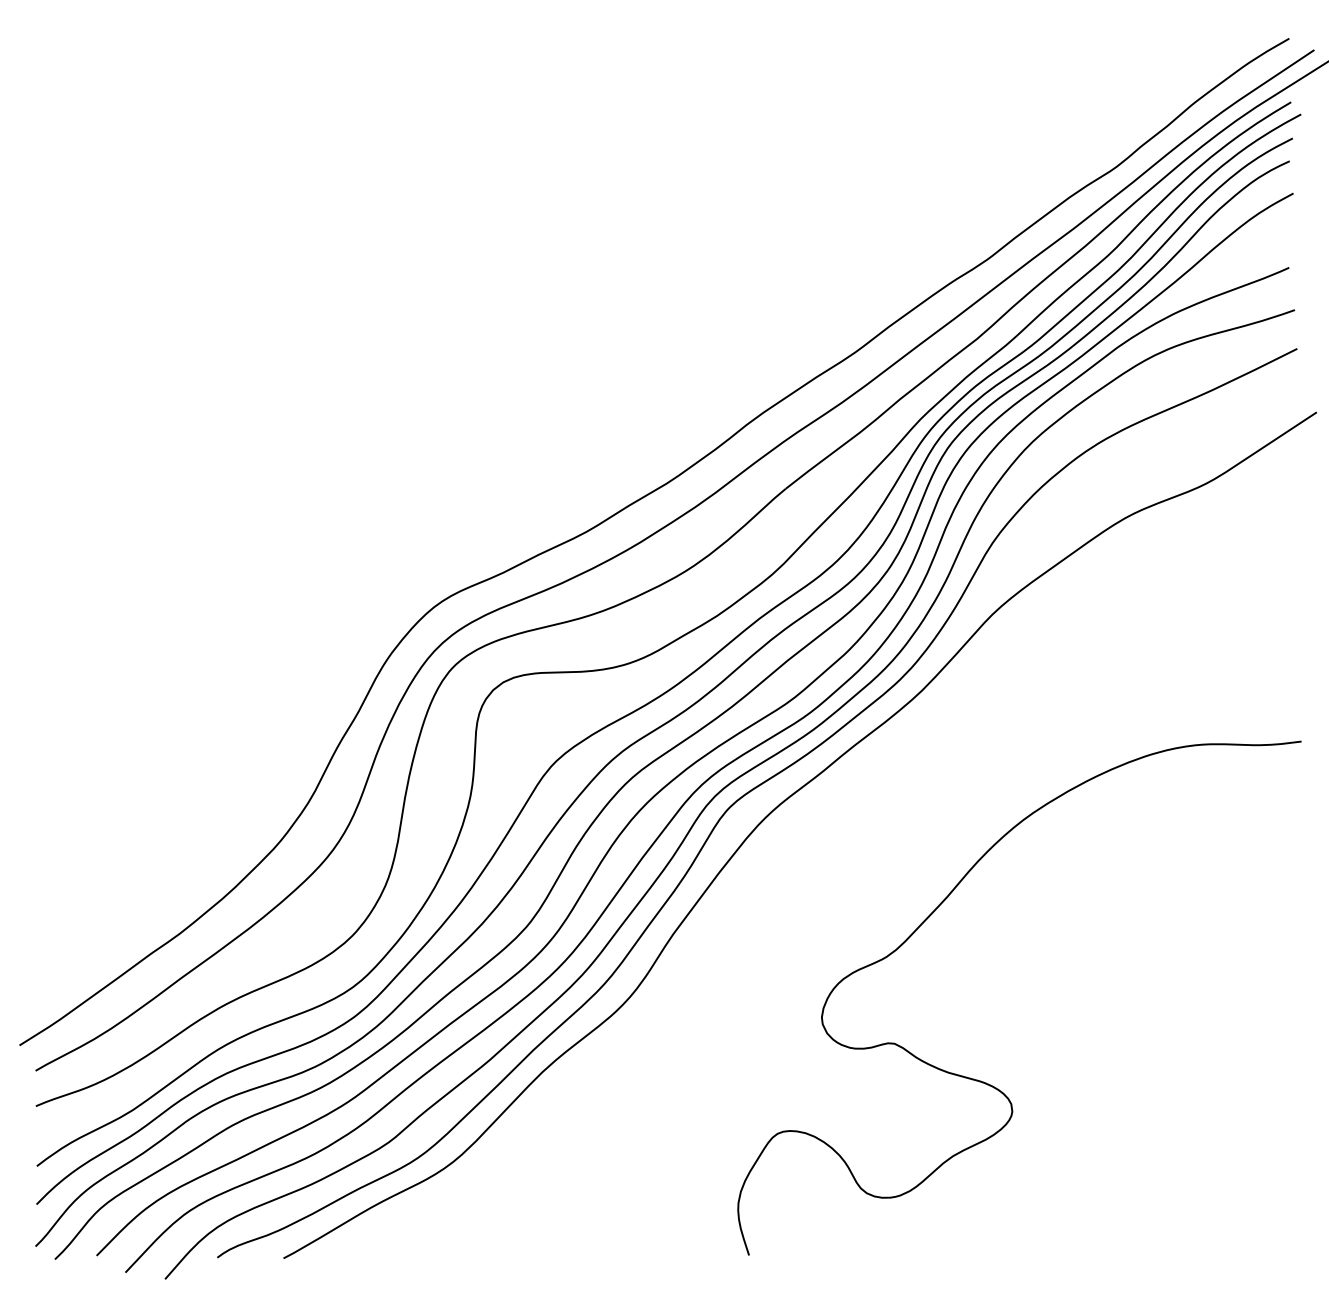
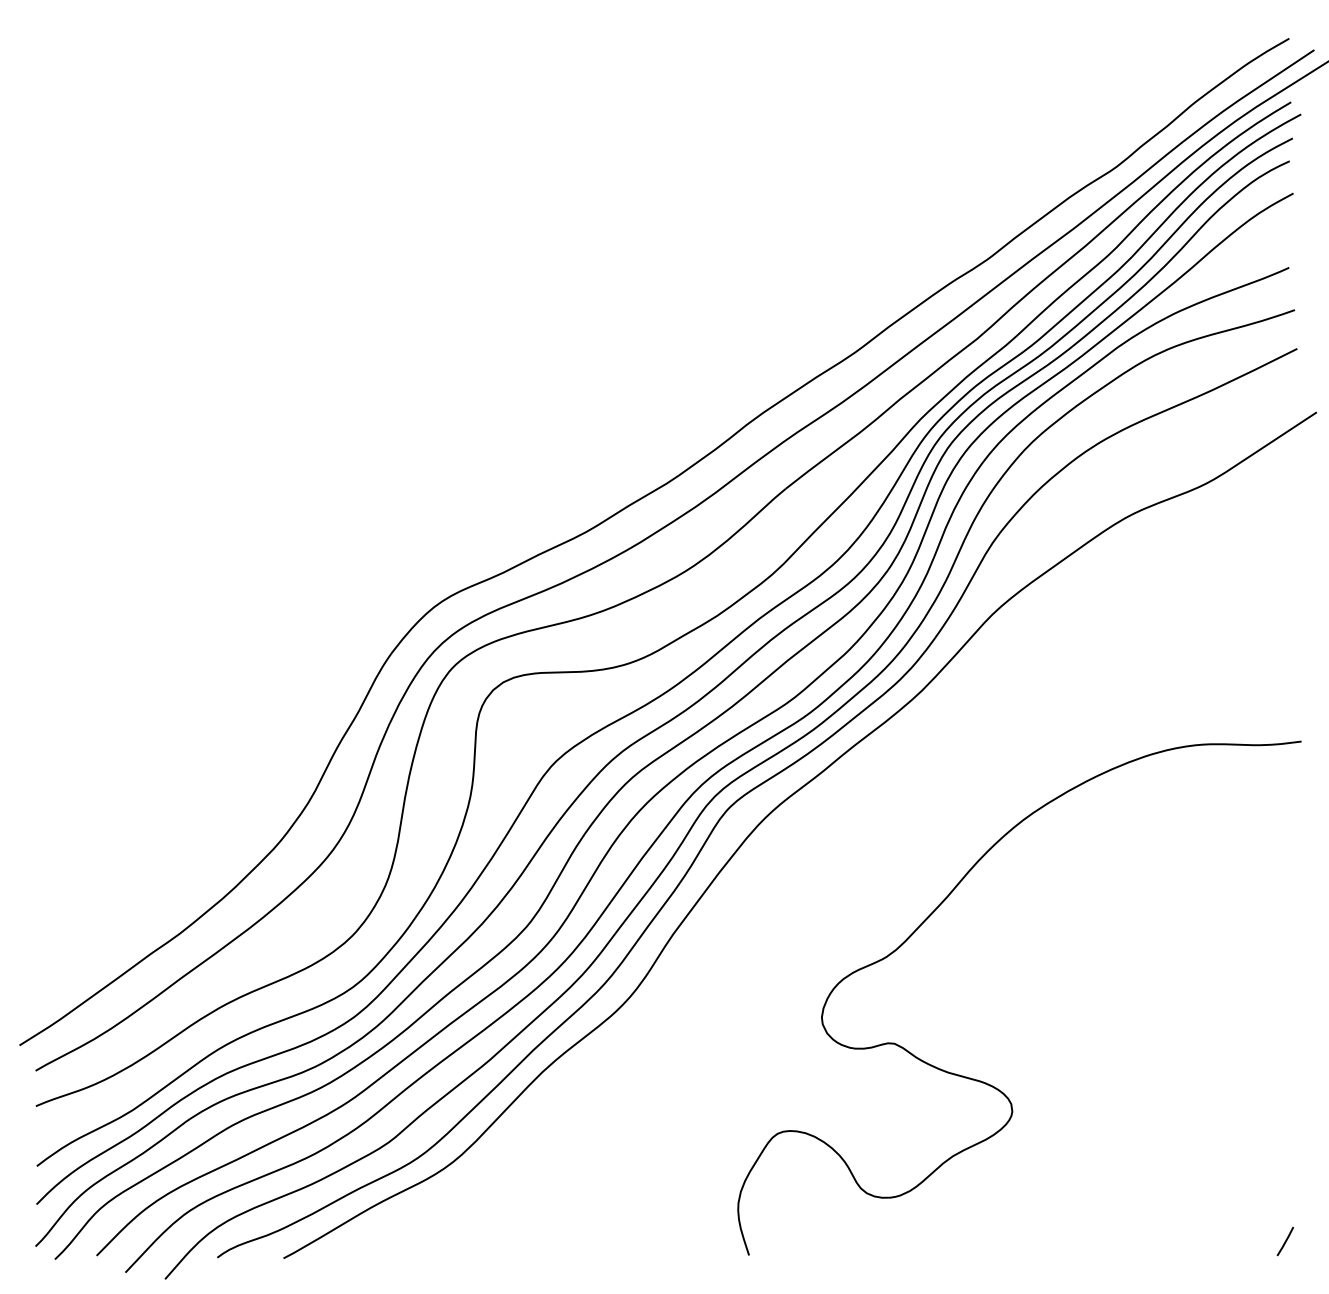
line at (1285, 1240): none -> present
